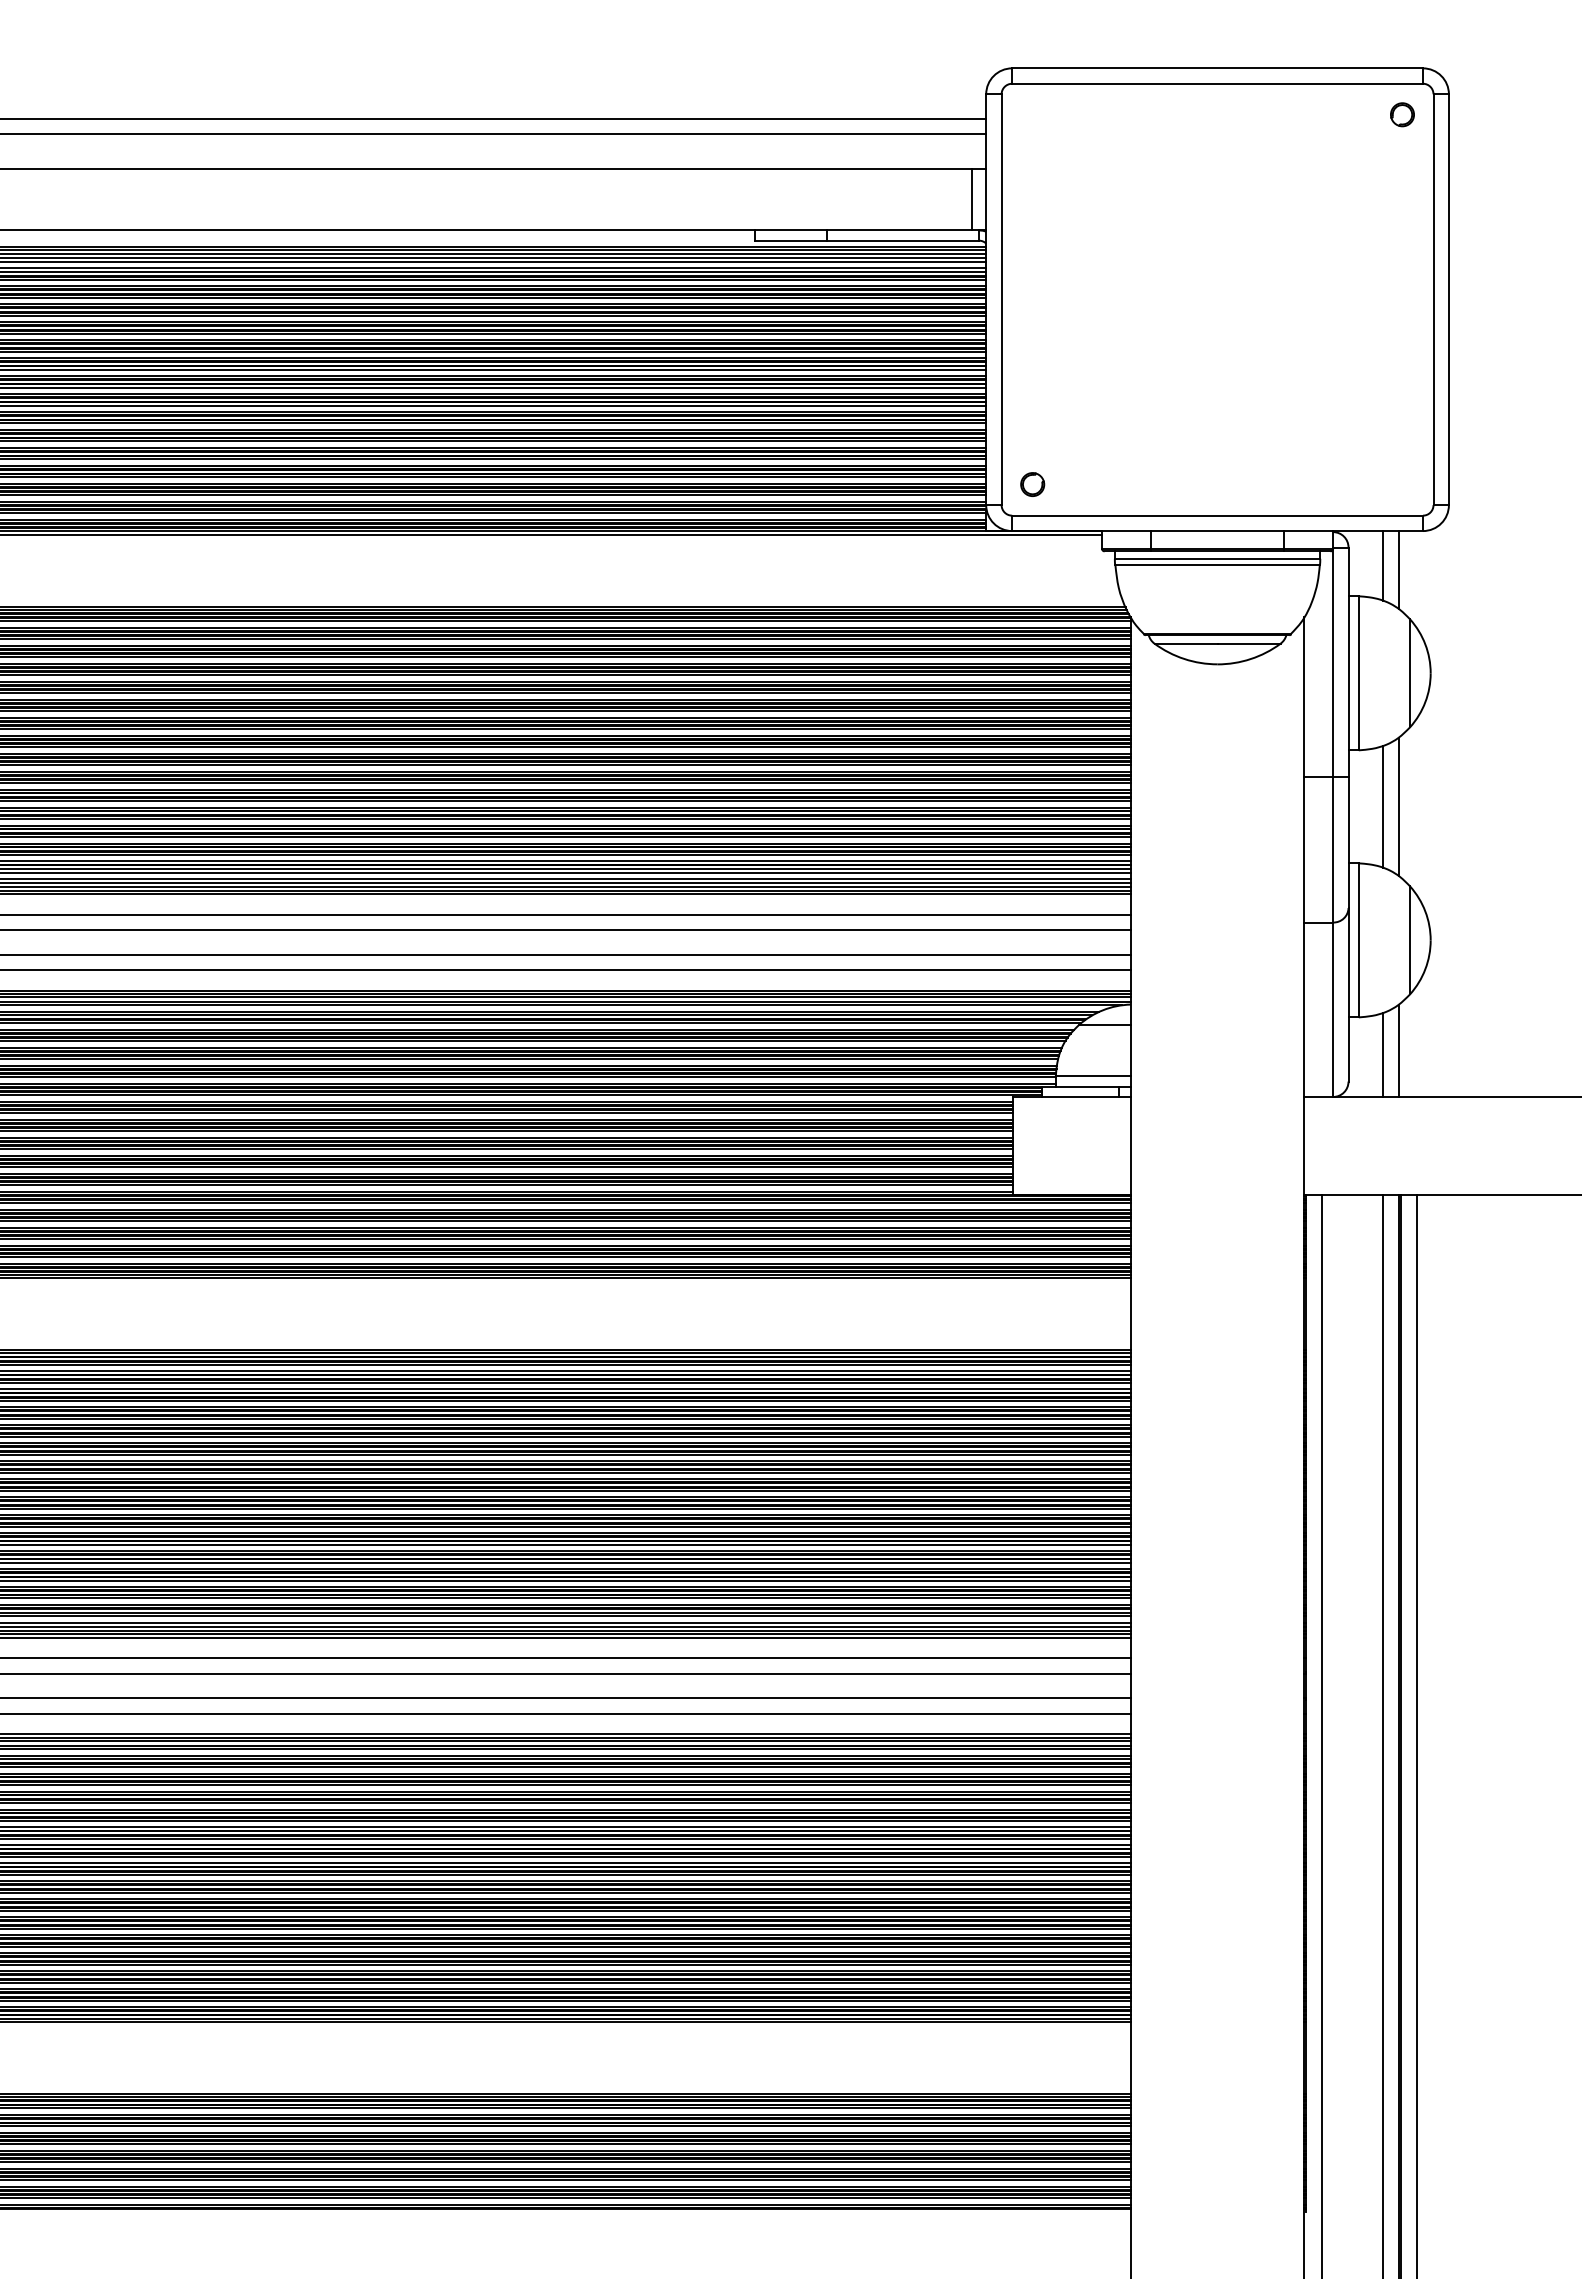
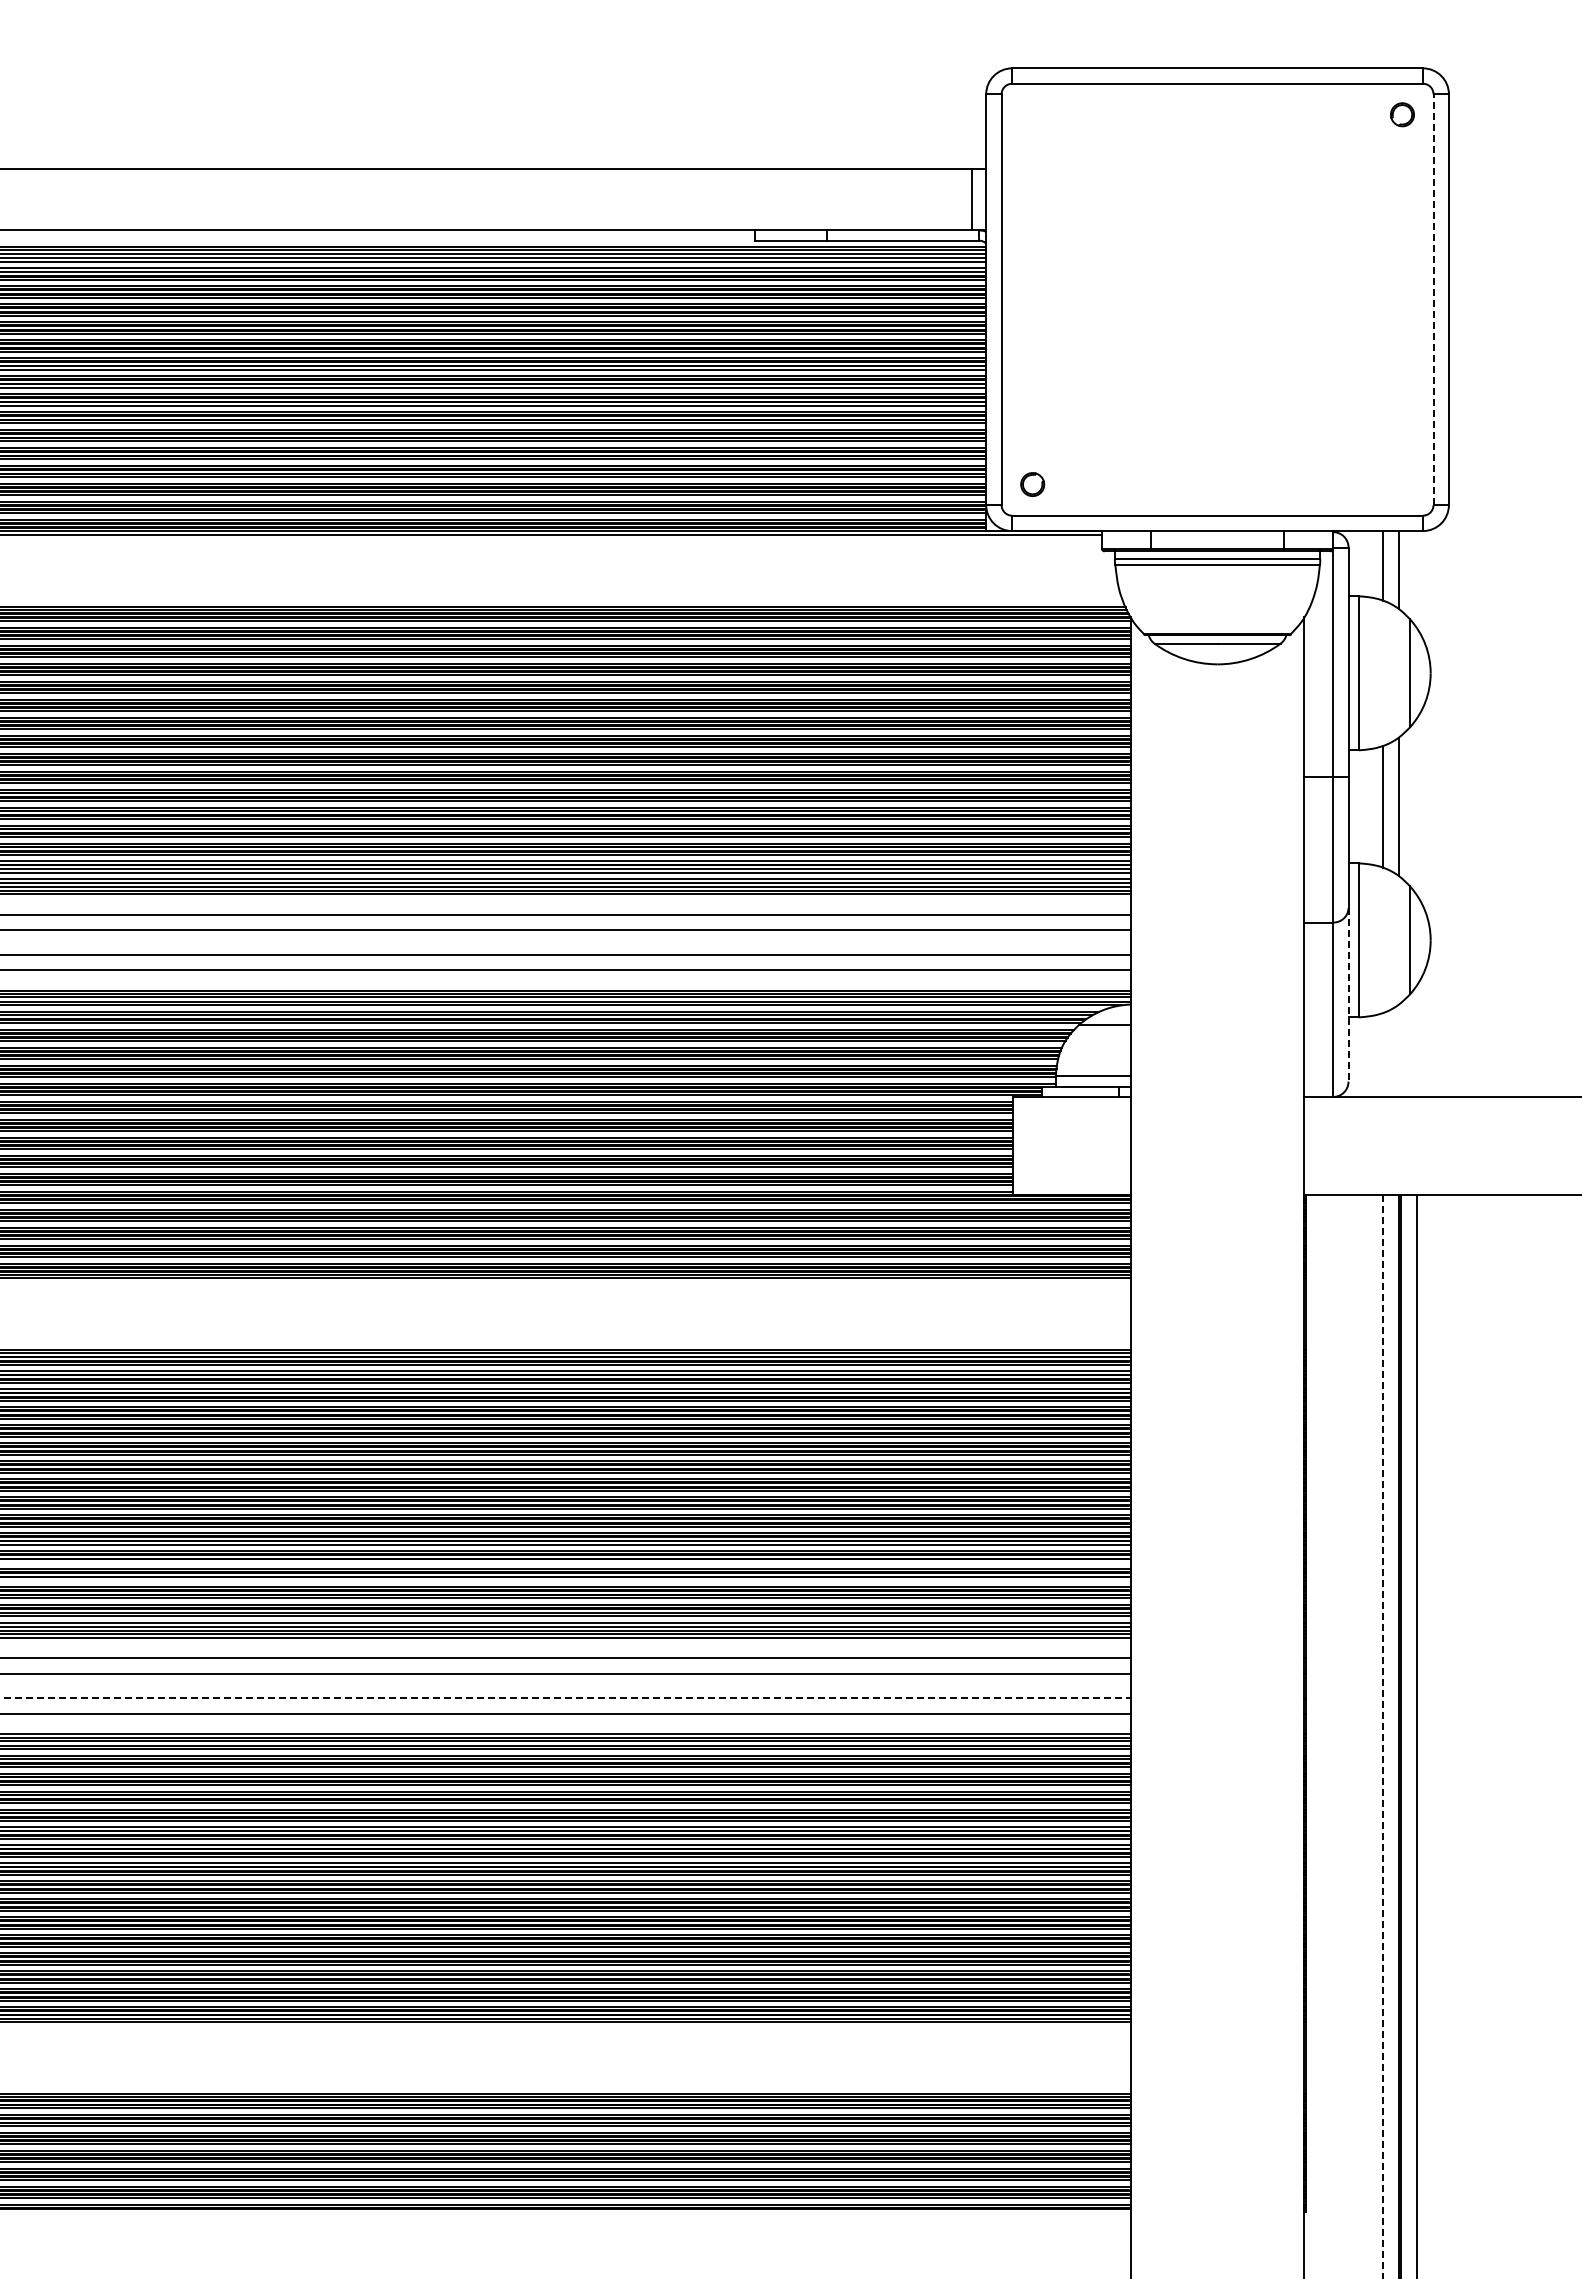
line at (494, 118): present -> none
line at (494, 134): present -> none
line at (1433, 299): solid -> dashed
line at (1348, 994): solid -> dashed
line at (1398, 1050): present -> none
line at (1383, 1054): present -> none
line at (566, 1562): present -> none
line at (566, 1580): present -> none
line at (565, 1698): solid -> dashed
line at (1321, 1734): present -> none
line at (1383, 1736): solid -> dashed
